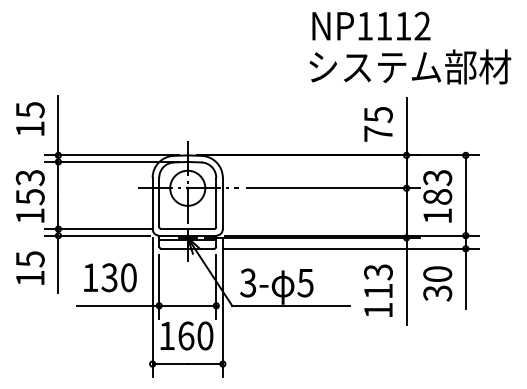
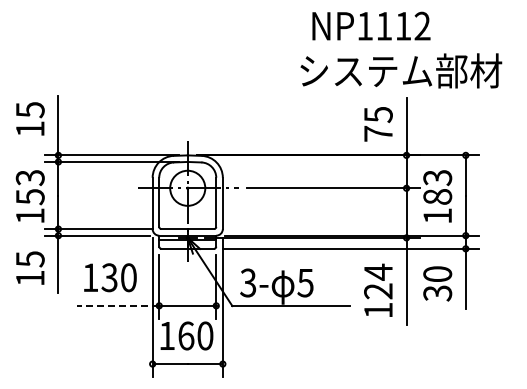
text at (410, 66) position: (410, 66) -> (401, 70)
text at (378, 281): 113 -> 124
line at (117, 305): solid -> dashed
